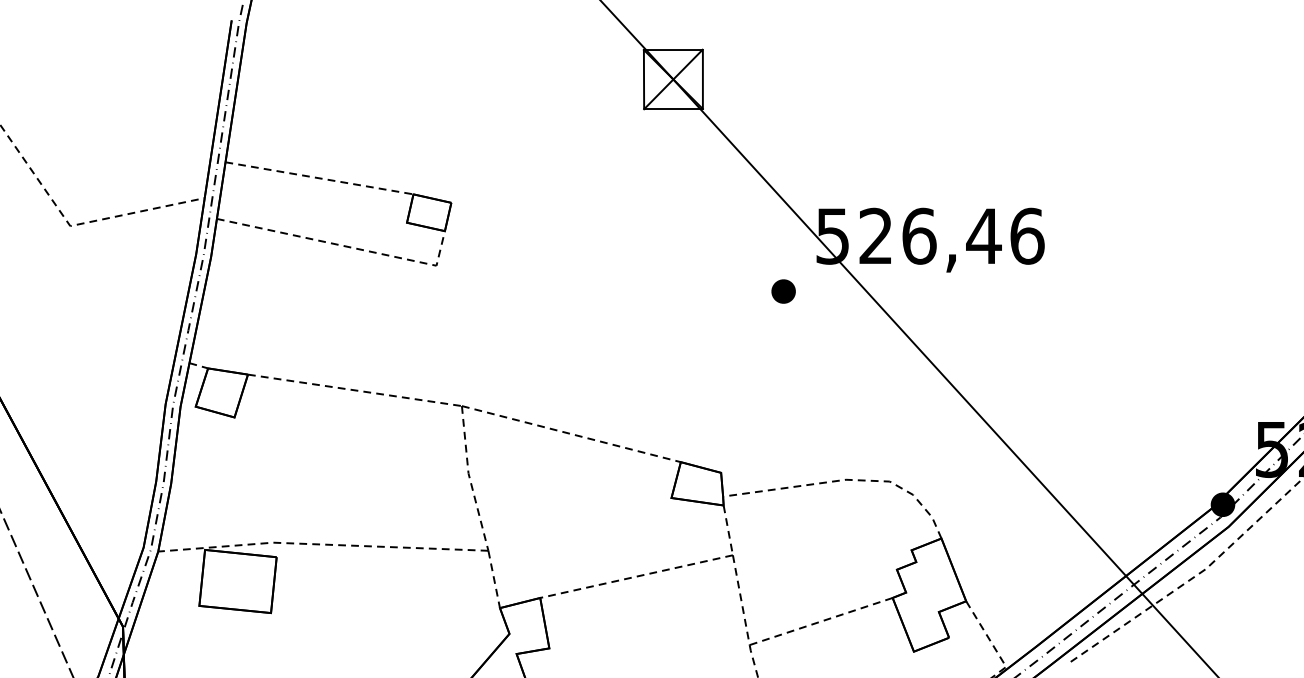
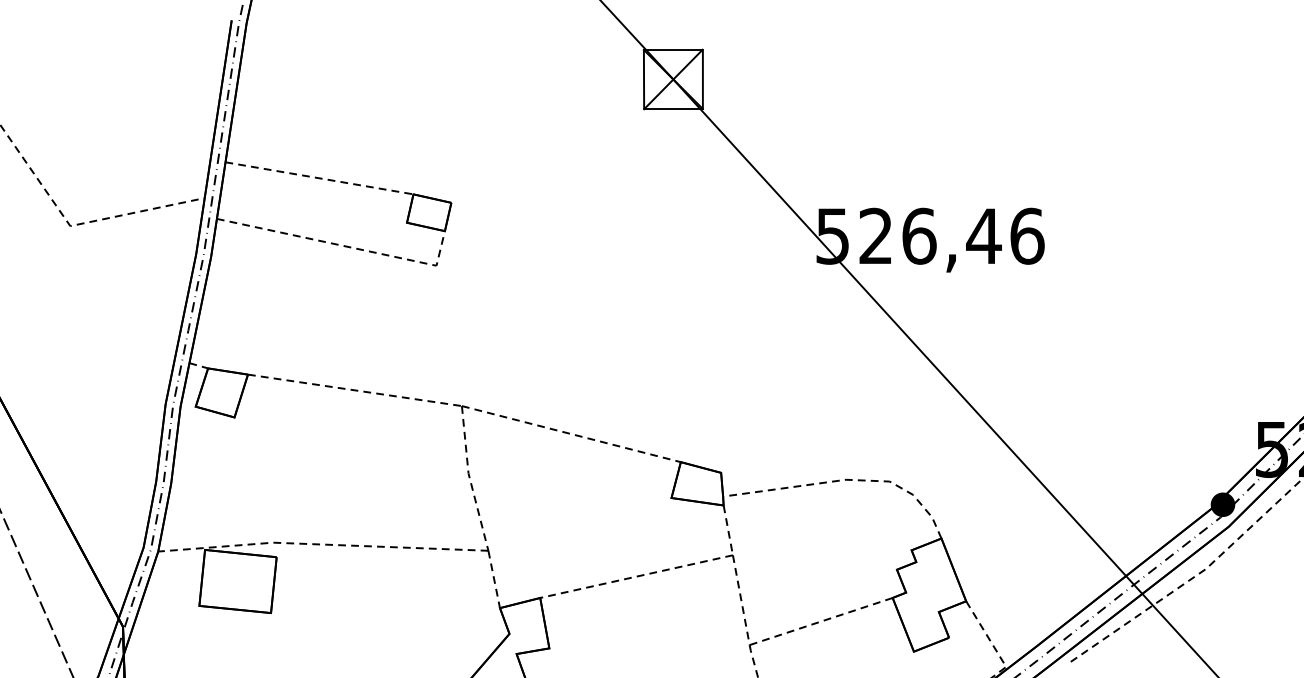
part at (783, 291): present -> none
